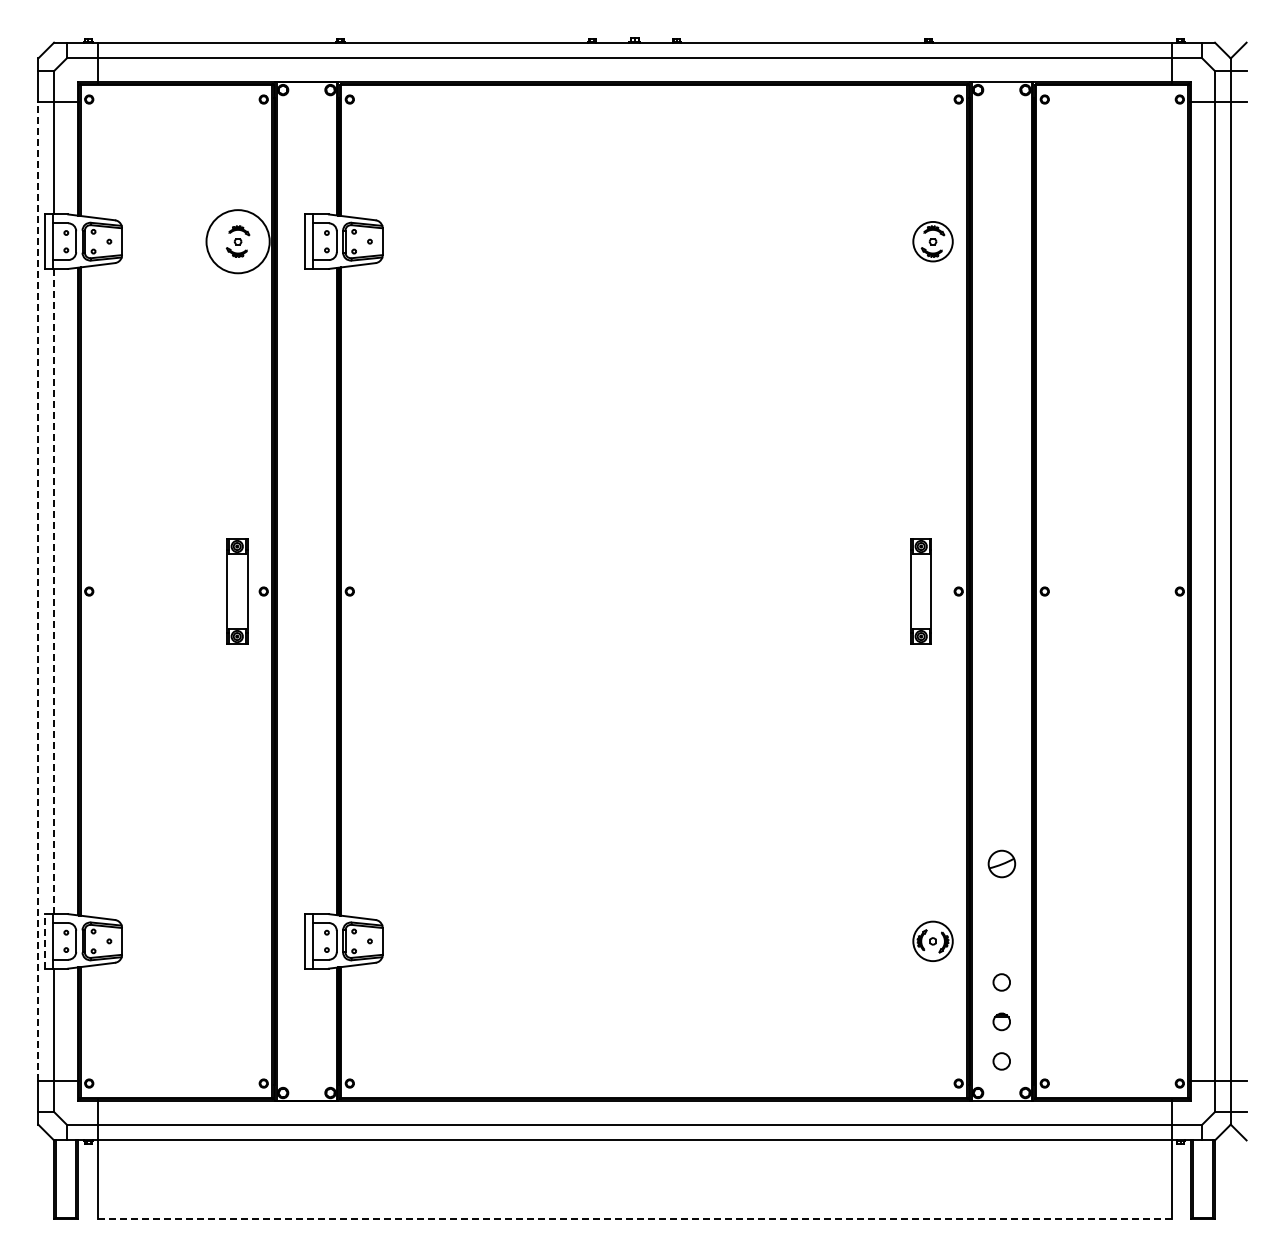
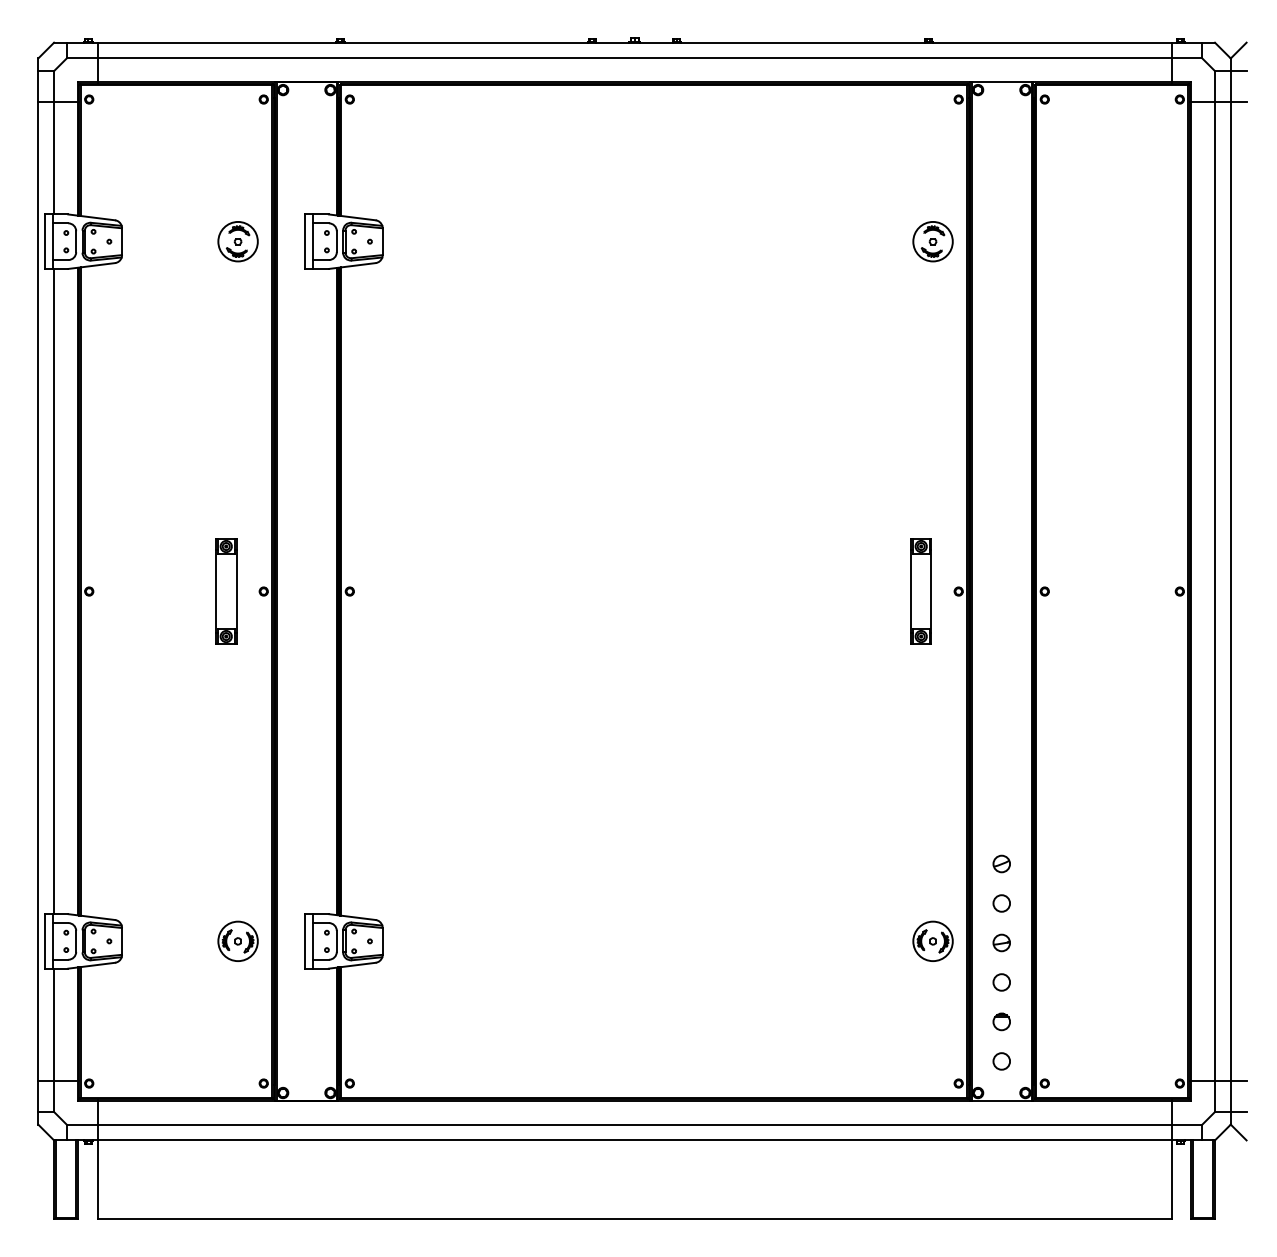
circle at (237, 241) diameter: 63 px -> 39 px
line at (38, 591): dashed -> solid
line at (54, 591): dashed -> solid
part at (237, 591) position: (237, 591) -> (226, 591)
part at (1001, 863) size: 30x30 px -> 19x20 px
circle at (1001, 903): none -> present
line at (44, 940): dashed -> solid
part at (237, 940): none -> present
part at (1001, 942): none -> present
line at (634, 1219): dashed -> solid
